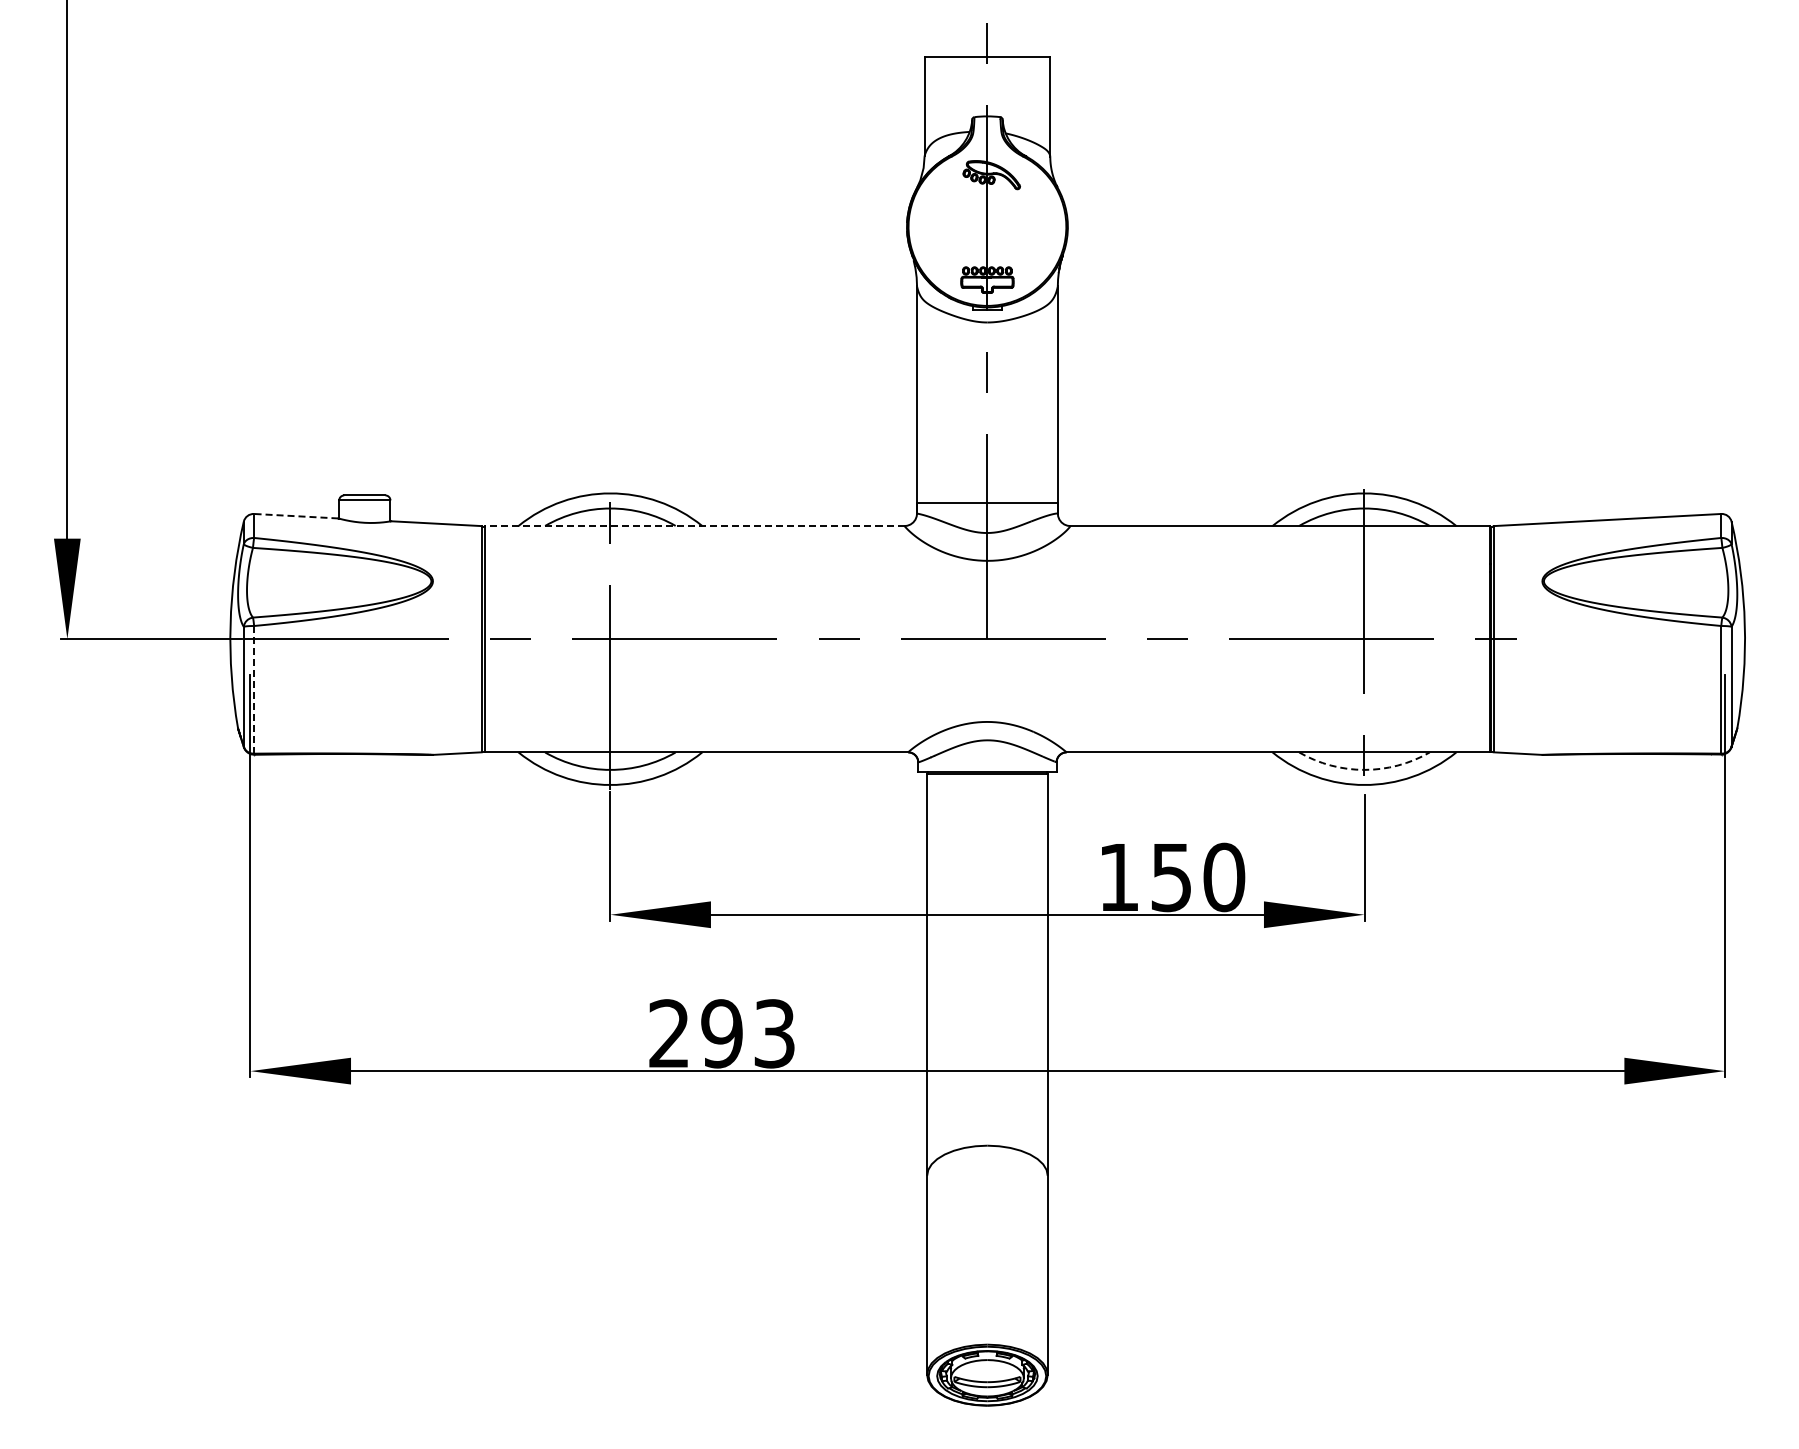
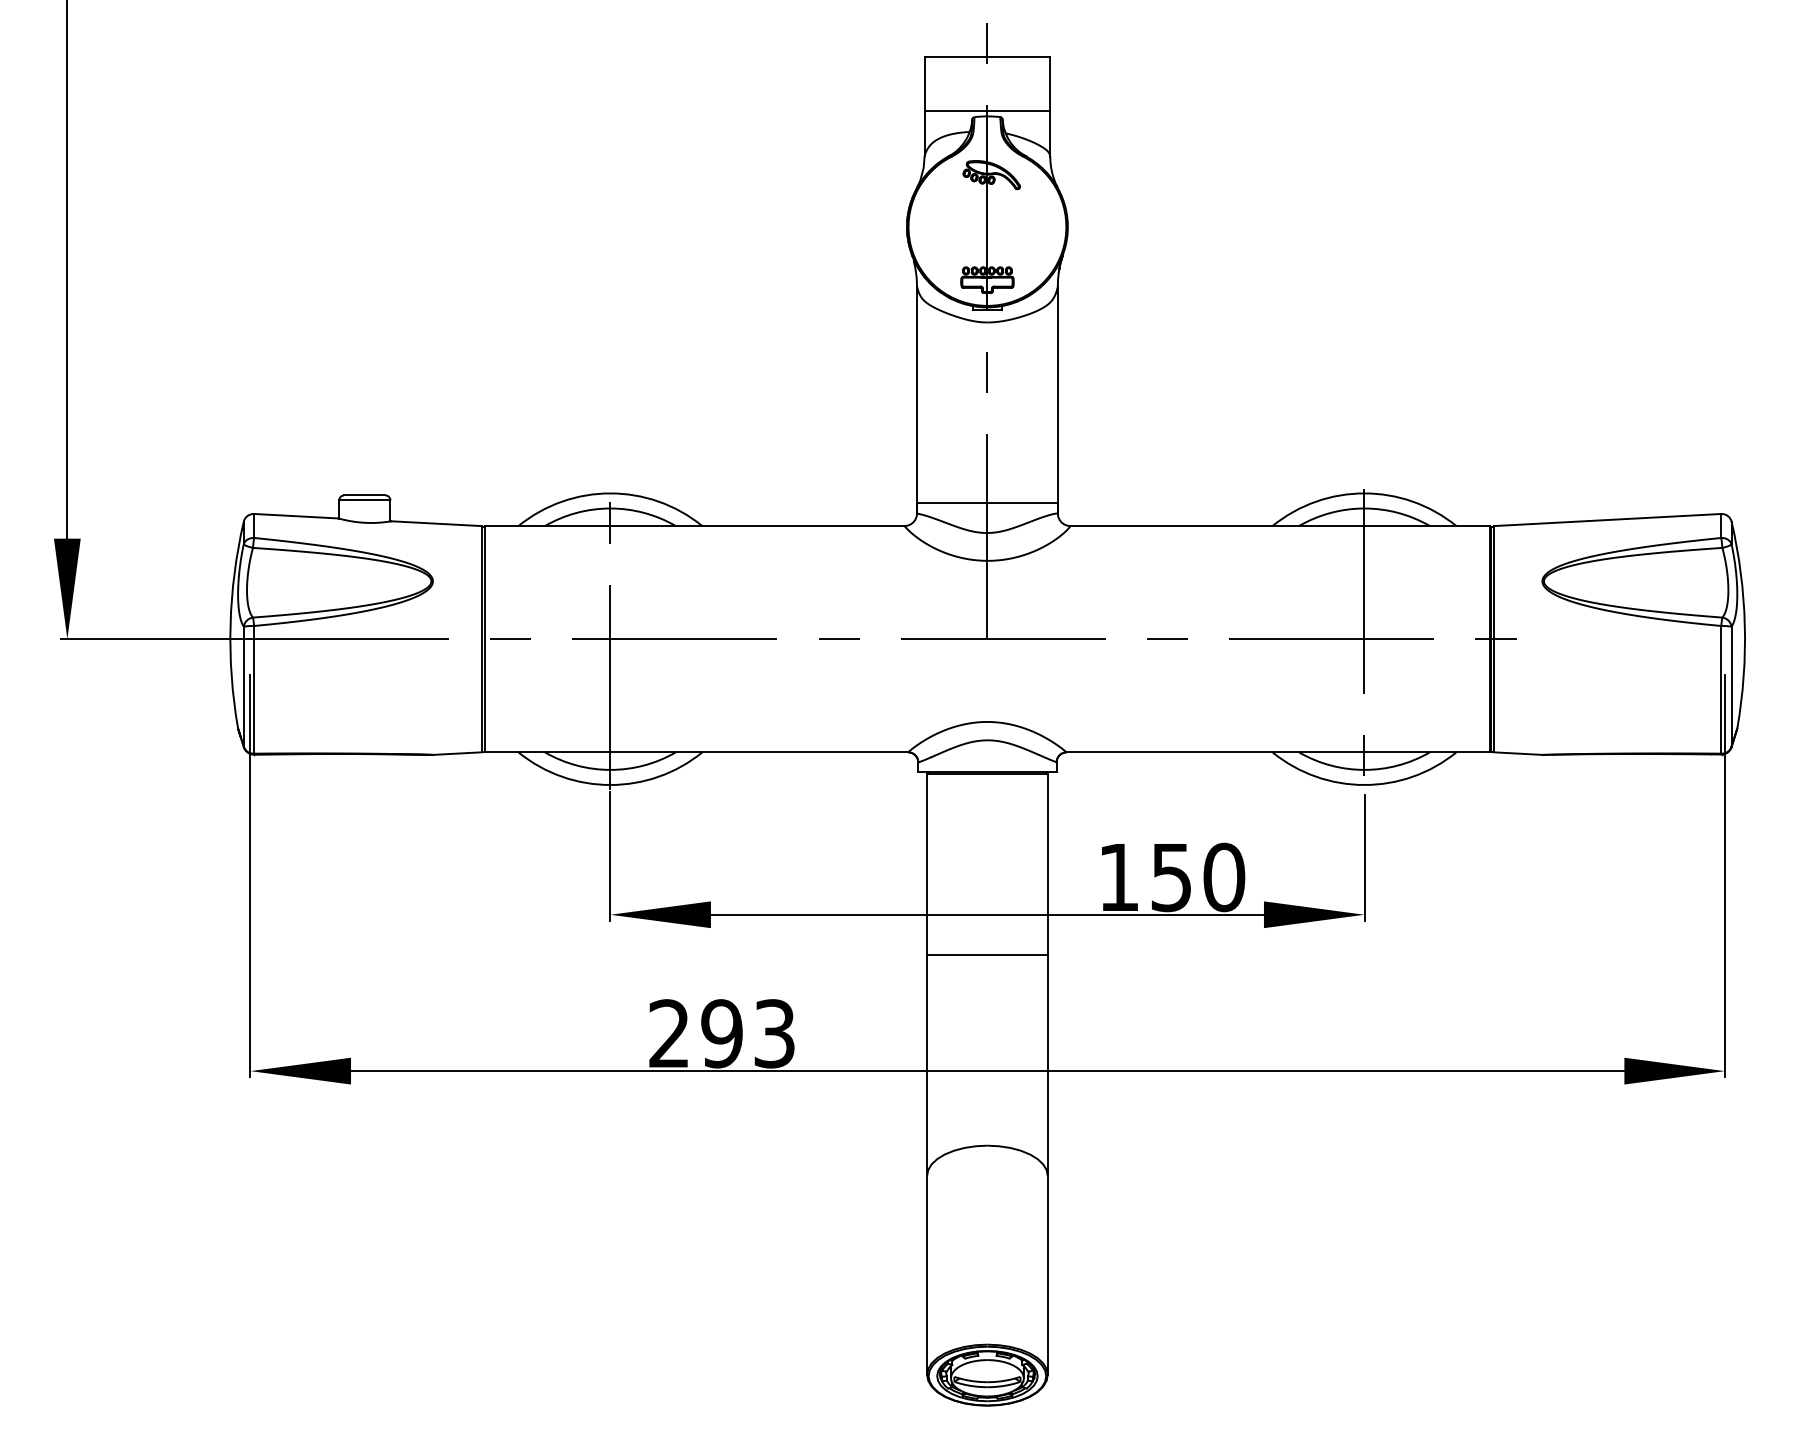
line at (987, 111): none -> present
line at (295, 516): dashed -> solid
line at (694, 526): dashed -> solid
line at (254, 689): dashed -> solid
arc at (1364, 769): dashed -> solid
line at (987, 954): none -> present
